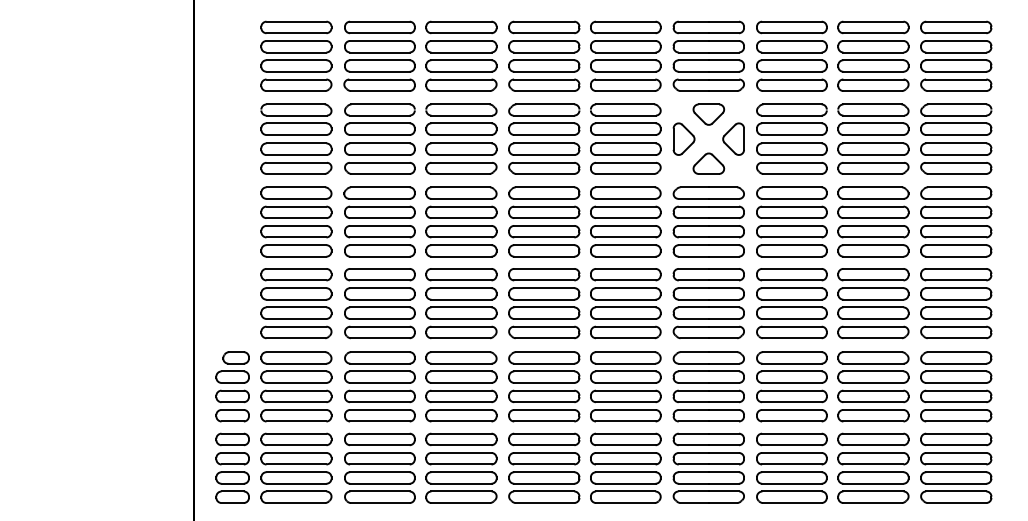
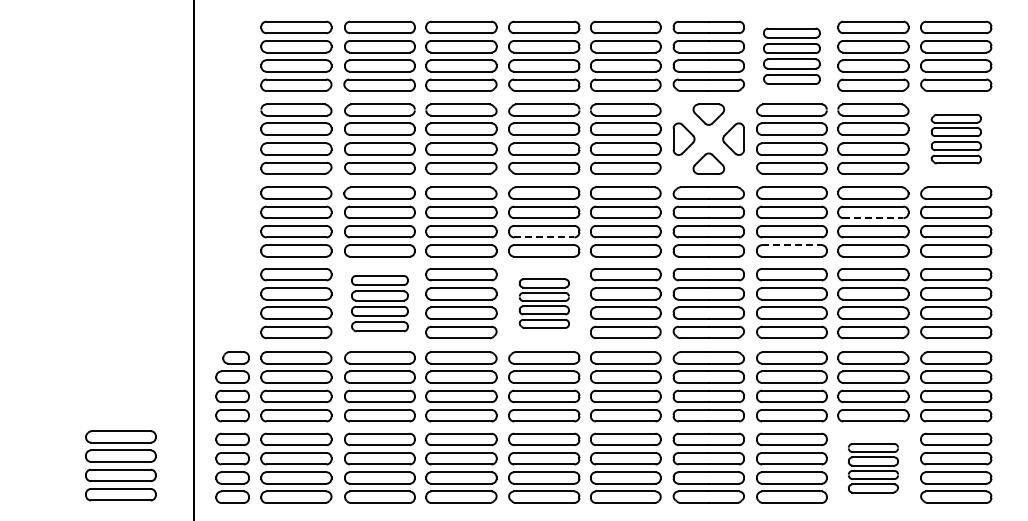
part at (791, 55) size: 72x72 px -> 58x58 px
part at (956, 138) size: 73x72 px -> 52x51 px
line at (873, 218): solid -> dashed
line at (544, 237): solid -> dashed
line at (791, 245): solid -> dashed
part at (379, 303) size: 72x72 px -> 58x58 px
part at (544, 303) size: 73x72 px -> 52x51 px
part at (120, 465): none -> present
part at (873, 467) size: 73x72 px -> 51x51 px
